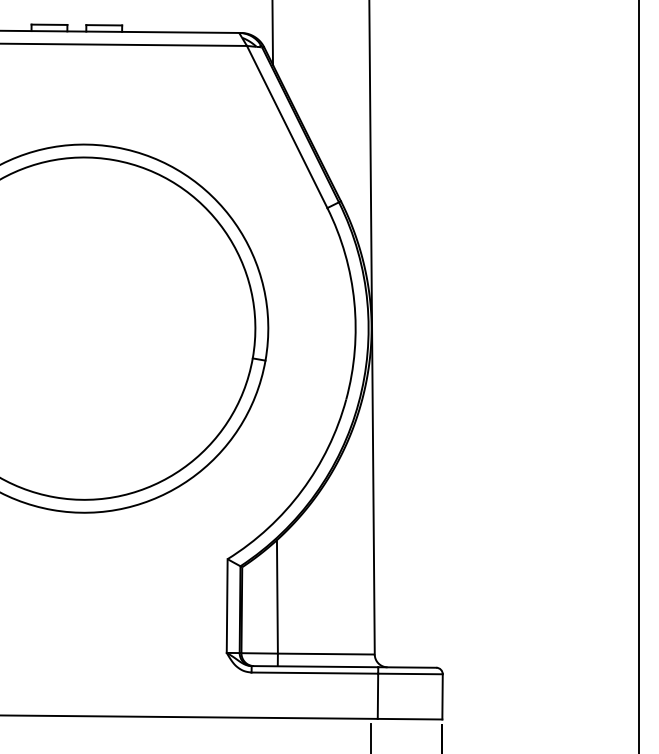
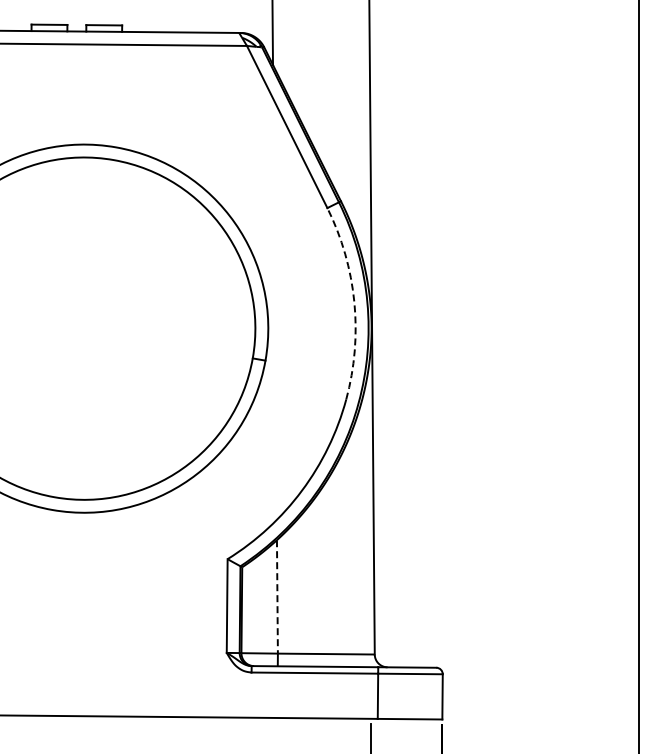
arc at (354, 302): solid -> dashed
line at (277, 596): solid -> dashed
